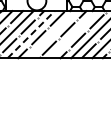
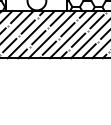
line at (31, 34): dashed -> solid
line at (51, 34): none -> present
line at (73, 34): none -> present
